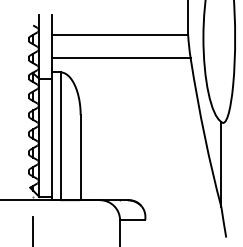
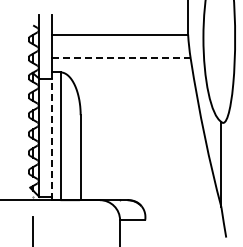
line at (121, 58): solid -> dashed
line at (52, 136): solid -> dashed
